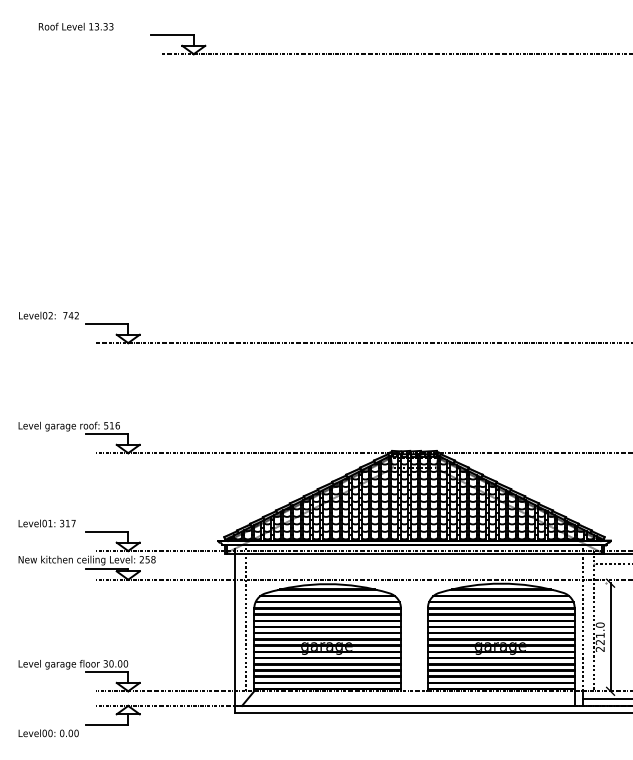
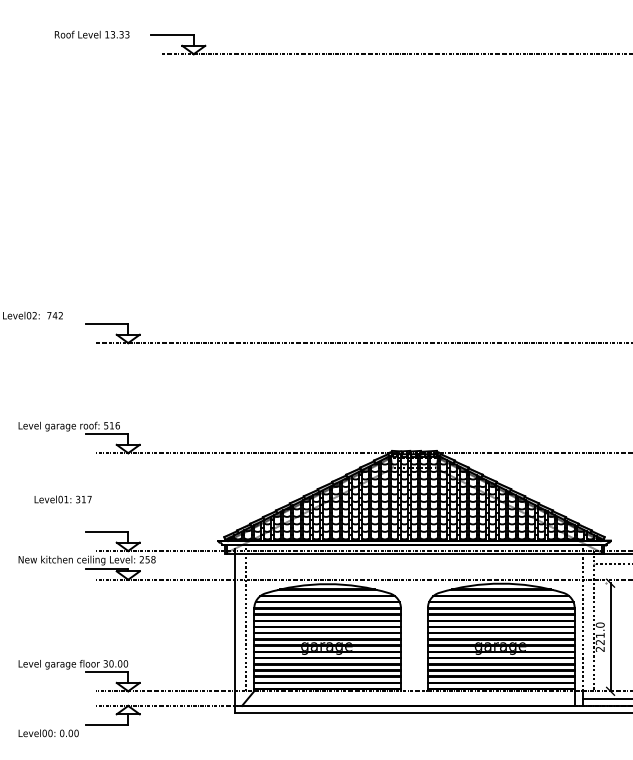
text at (75, 26) position: (75, 26) -> (91, 34)
text at (48, 315) position: (48, 315) -> (32, 315)
text at (46, 523) position: (46, 523) -> (62, 499)
